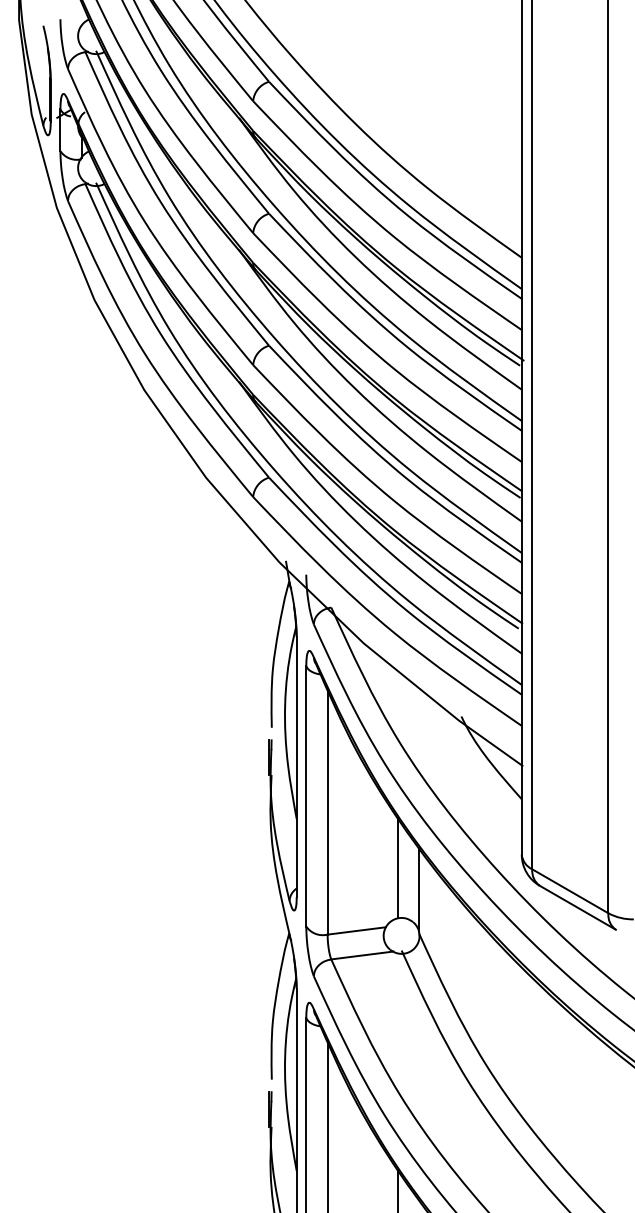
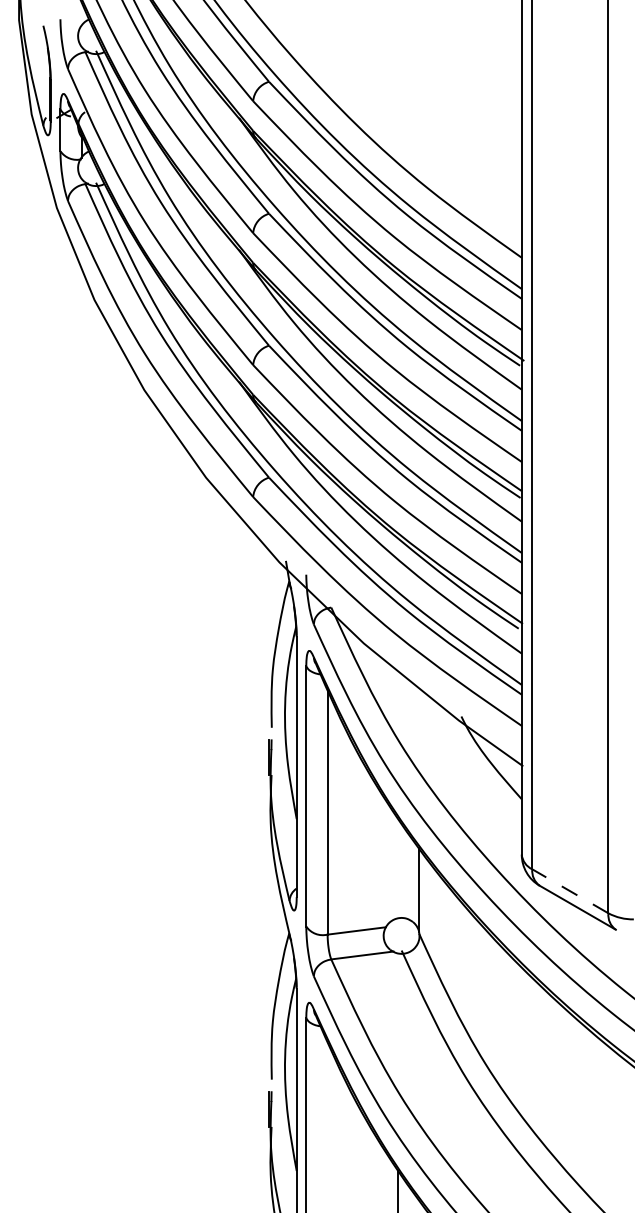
line at (397, 868): present -> none
line at (570, 891): solid -> dashed
line at (327, 1124): present -> none
